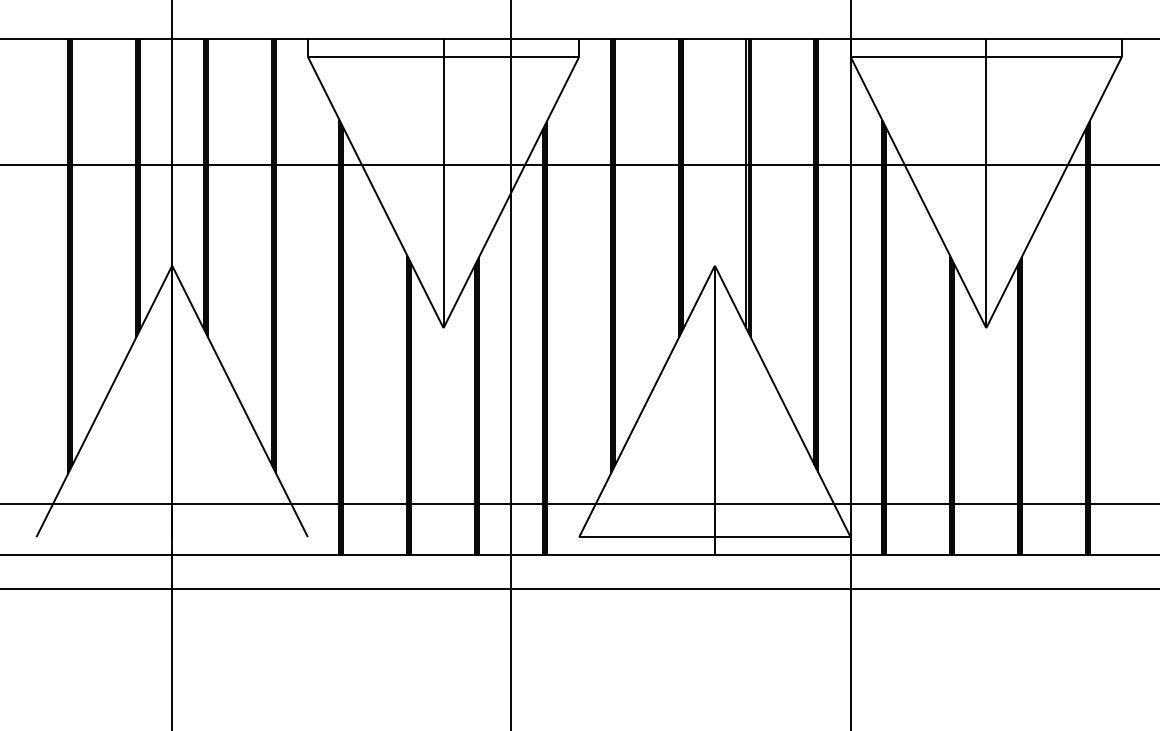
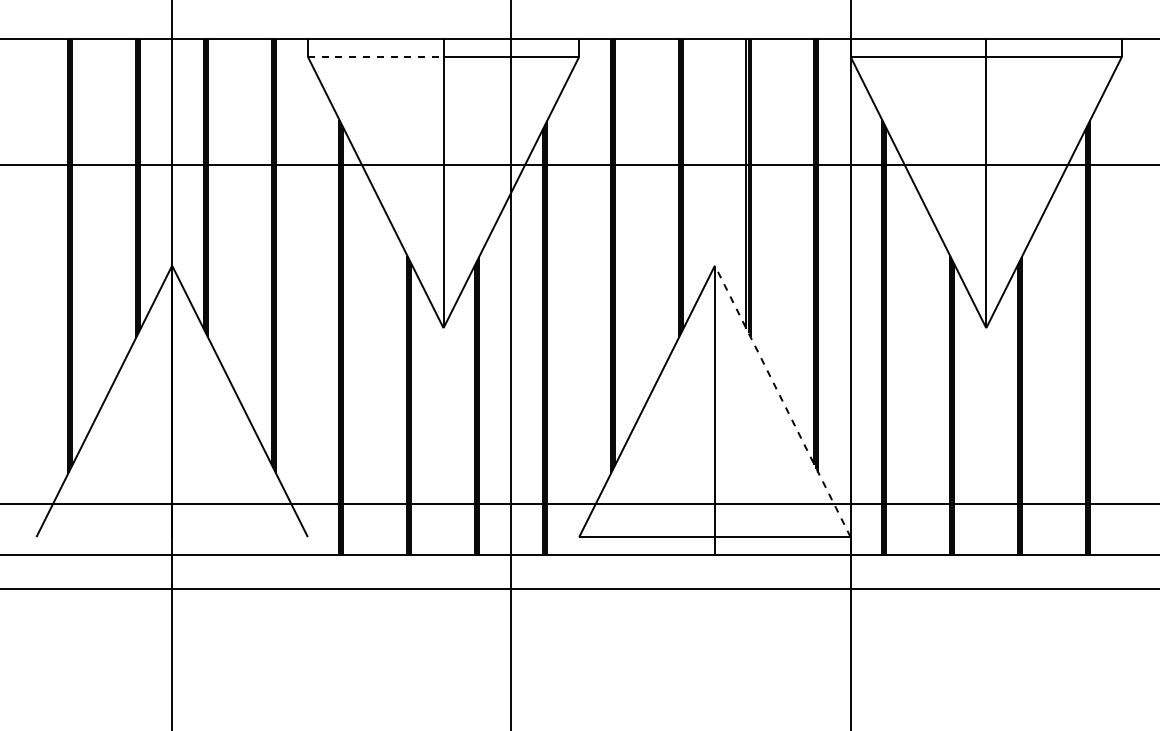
line at (375, 56): solid -> dashed
line at (782, 401): solid -> dashed
